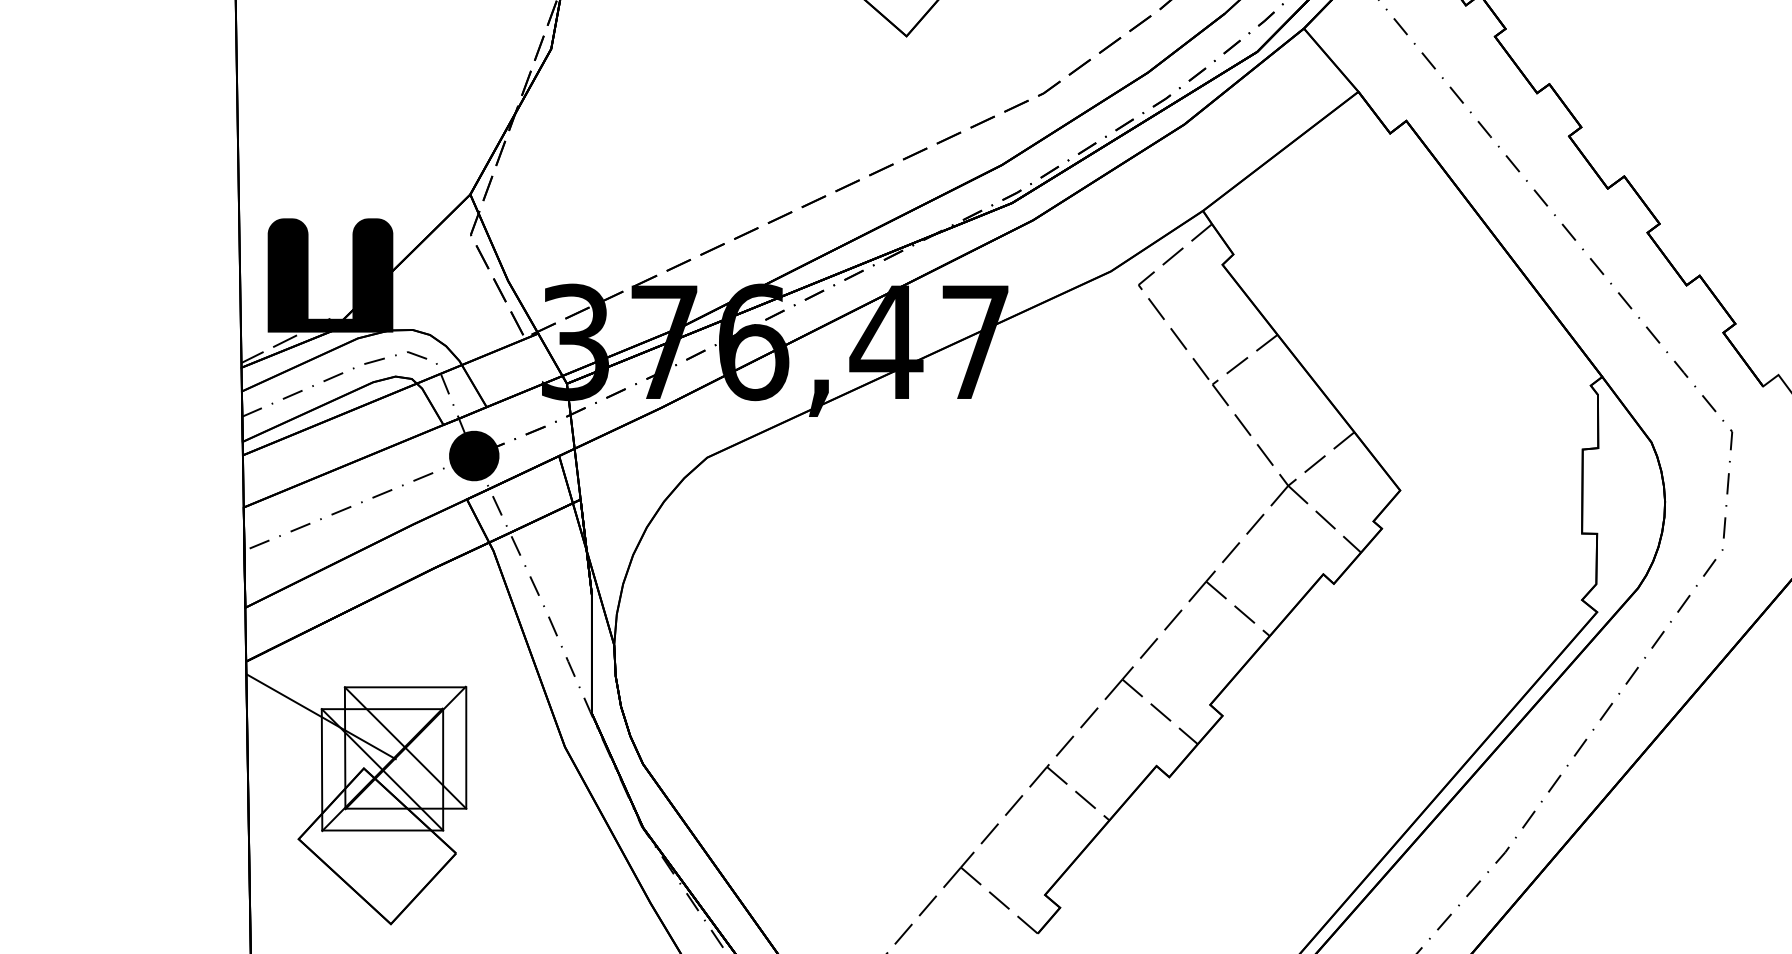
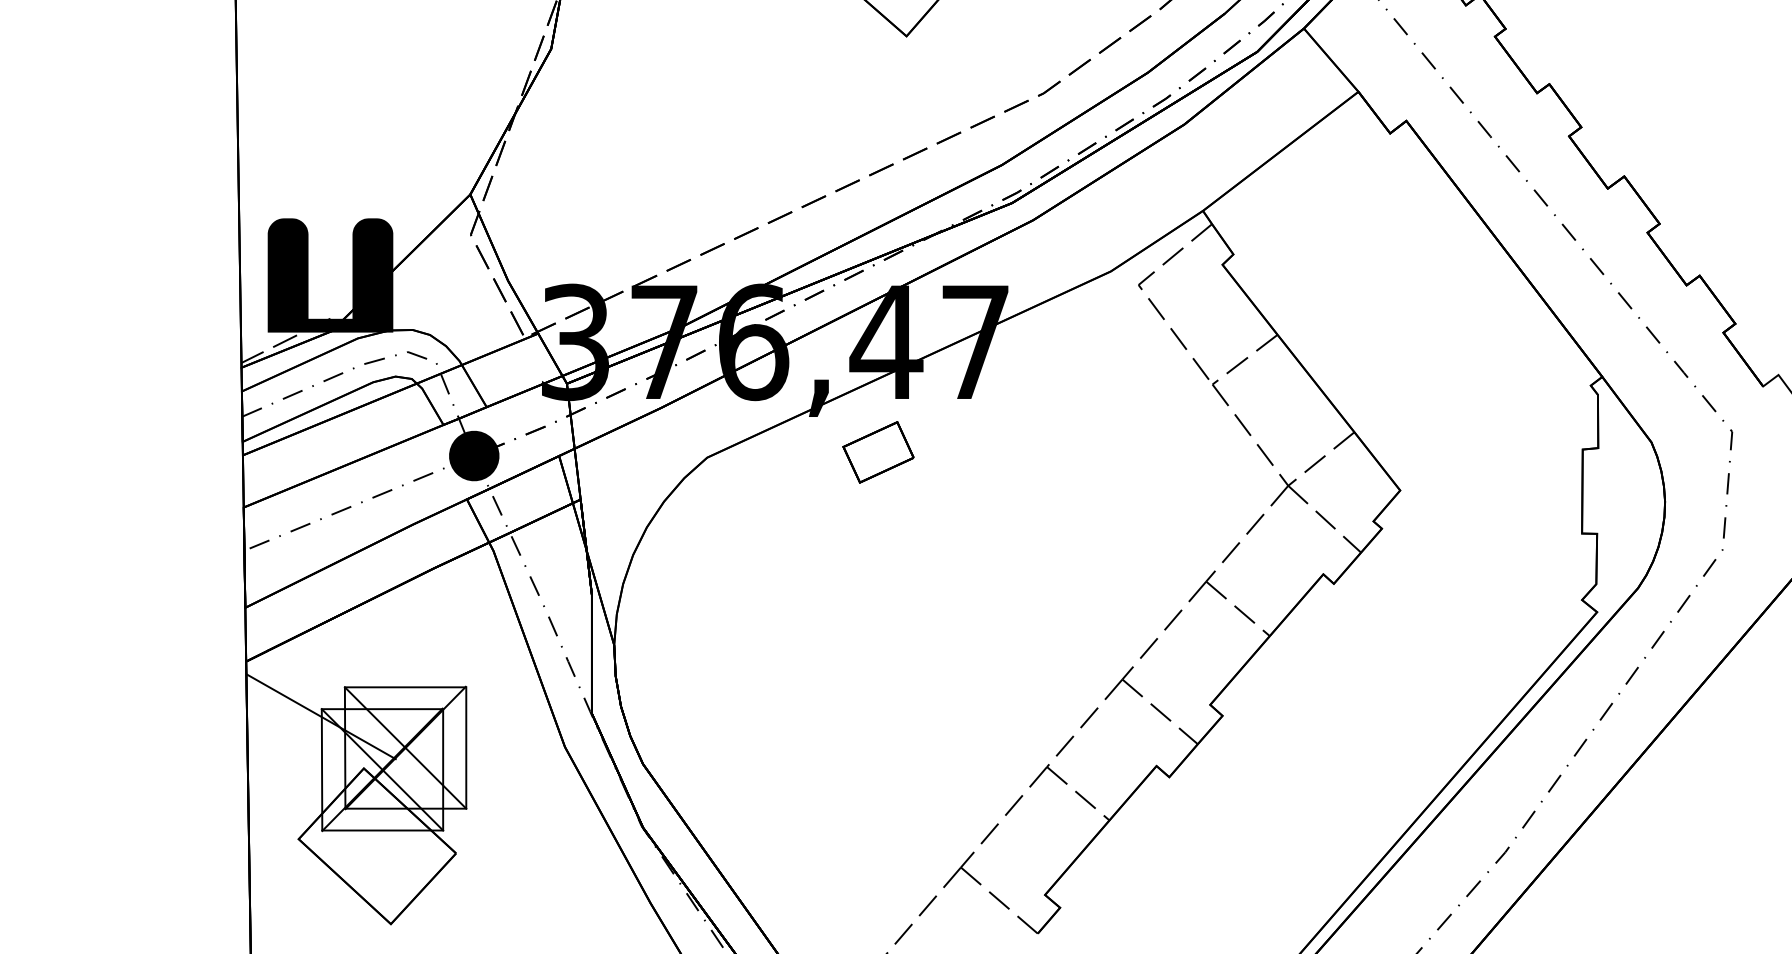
part at (878, 452): none -> present
